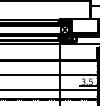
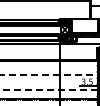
line at (48, 74): solid -> dashed
line at (48, 90): solid -> dashed
